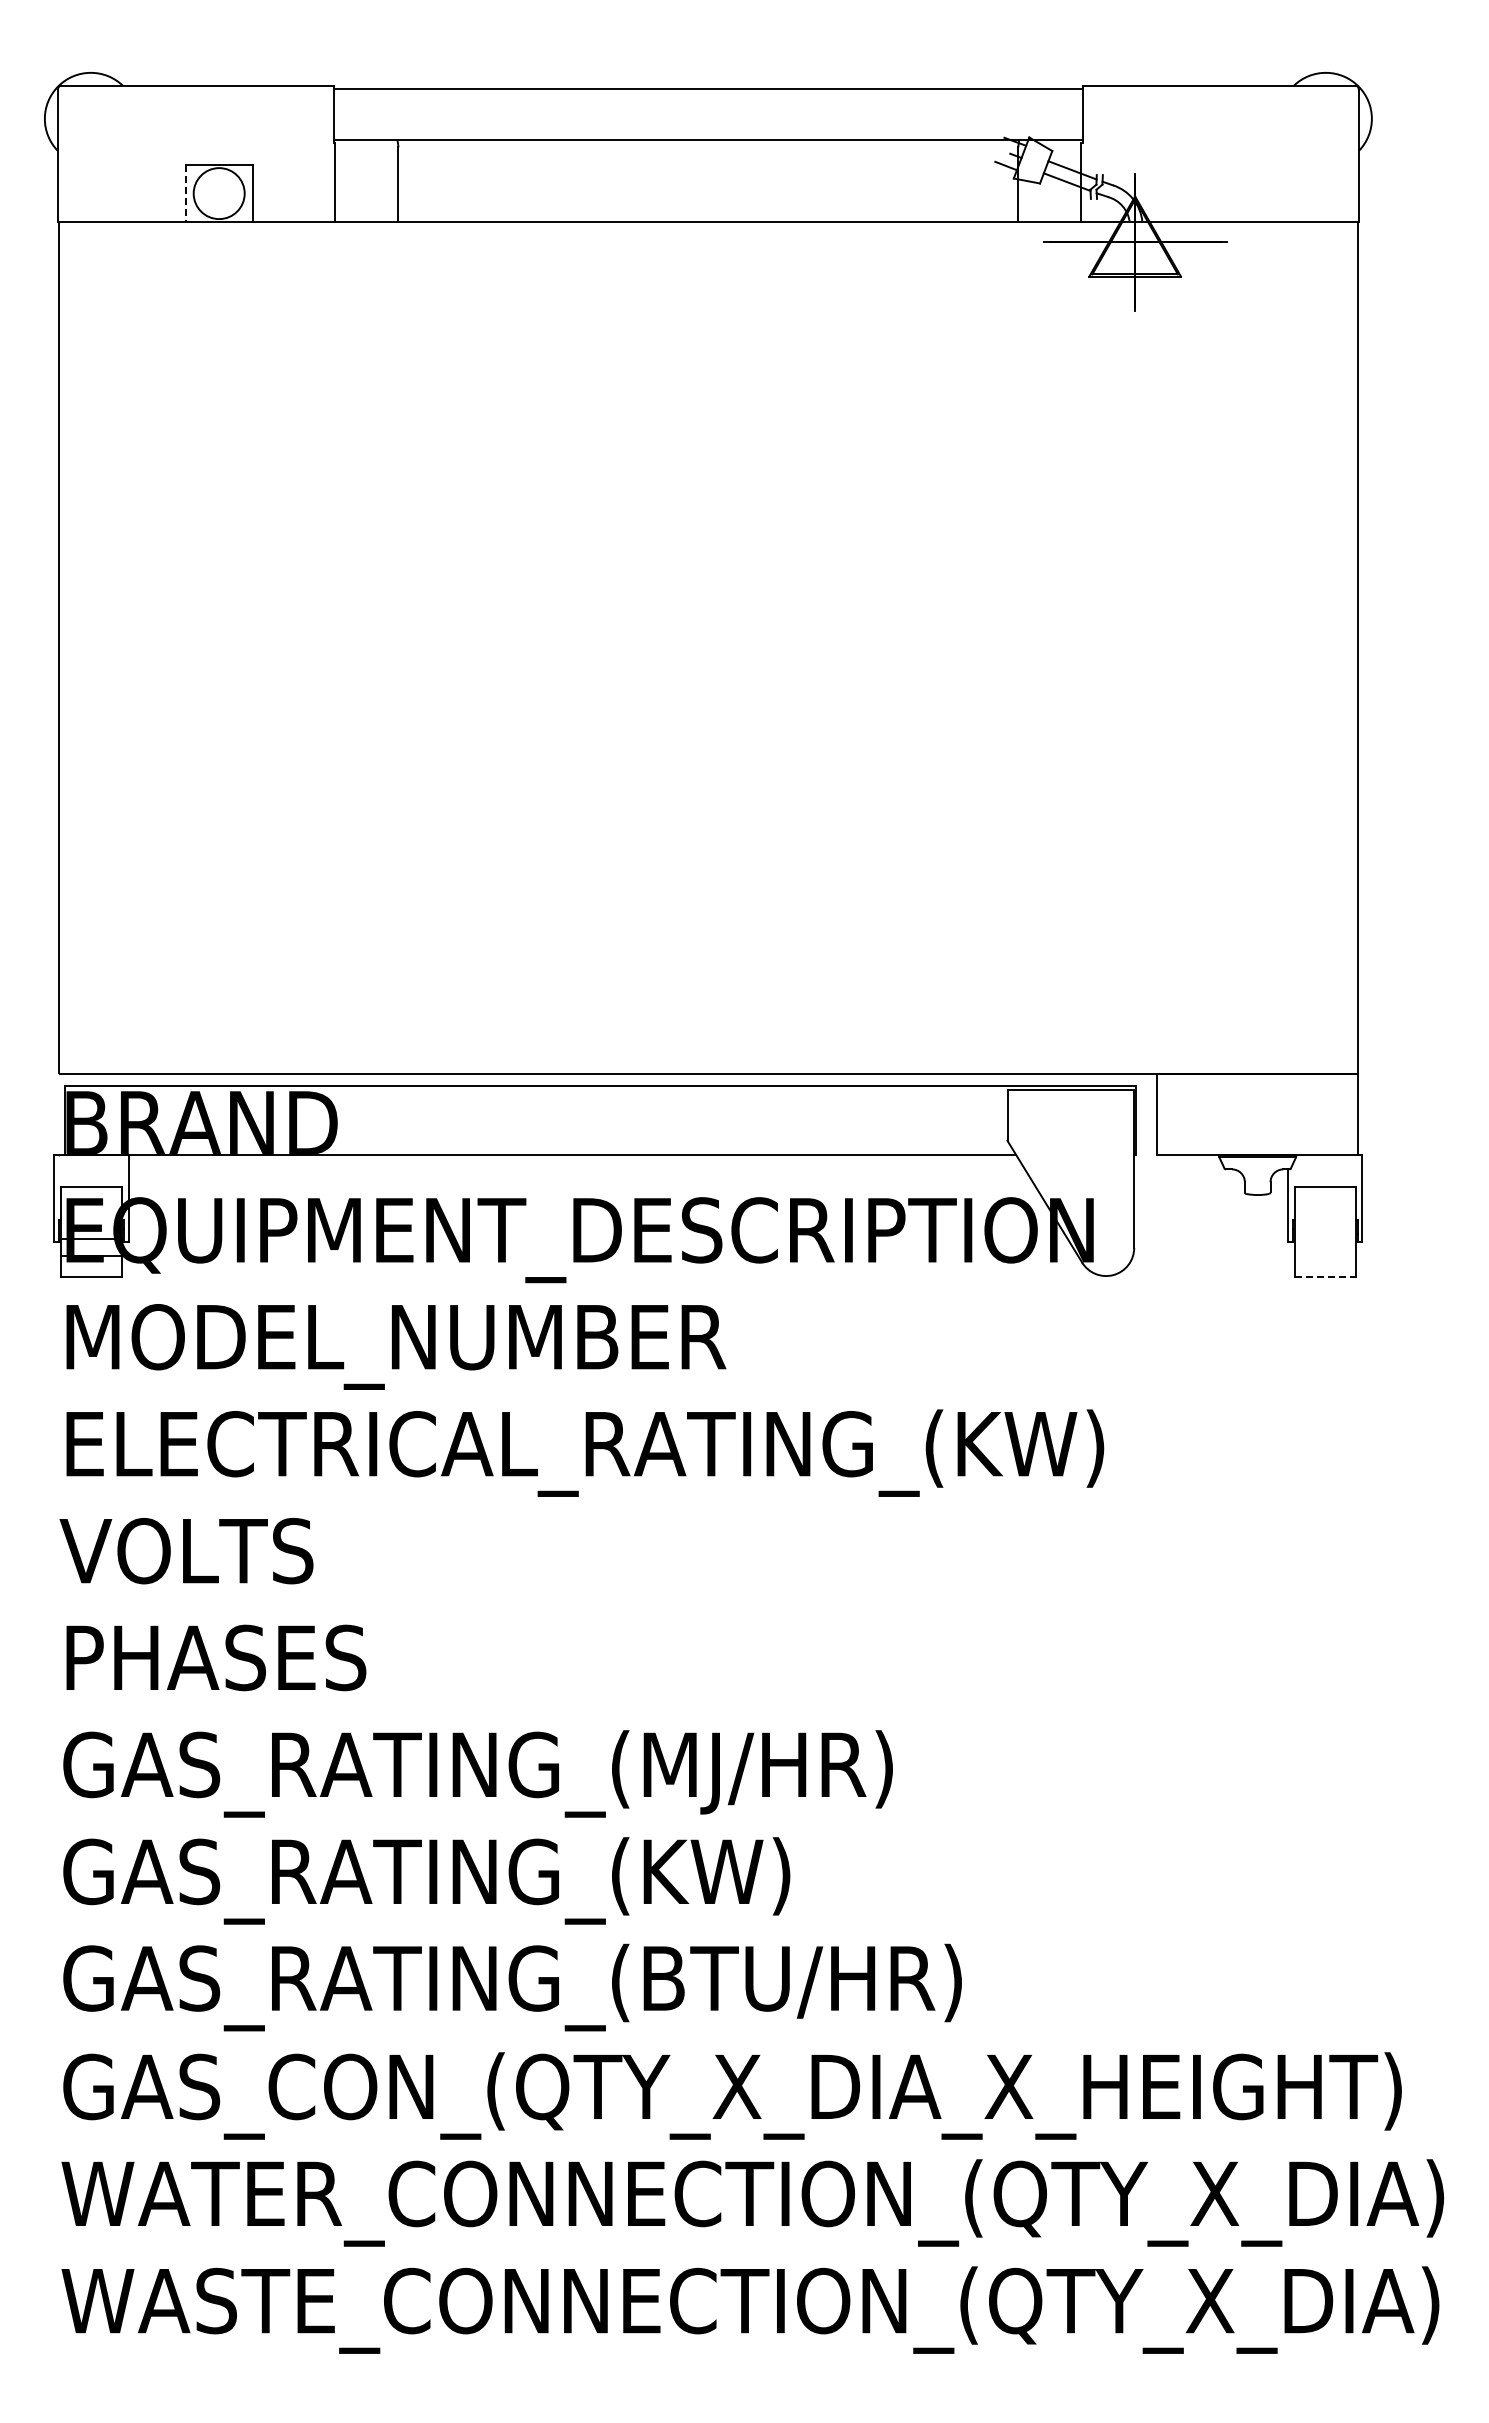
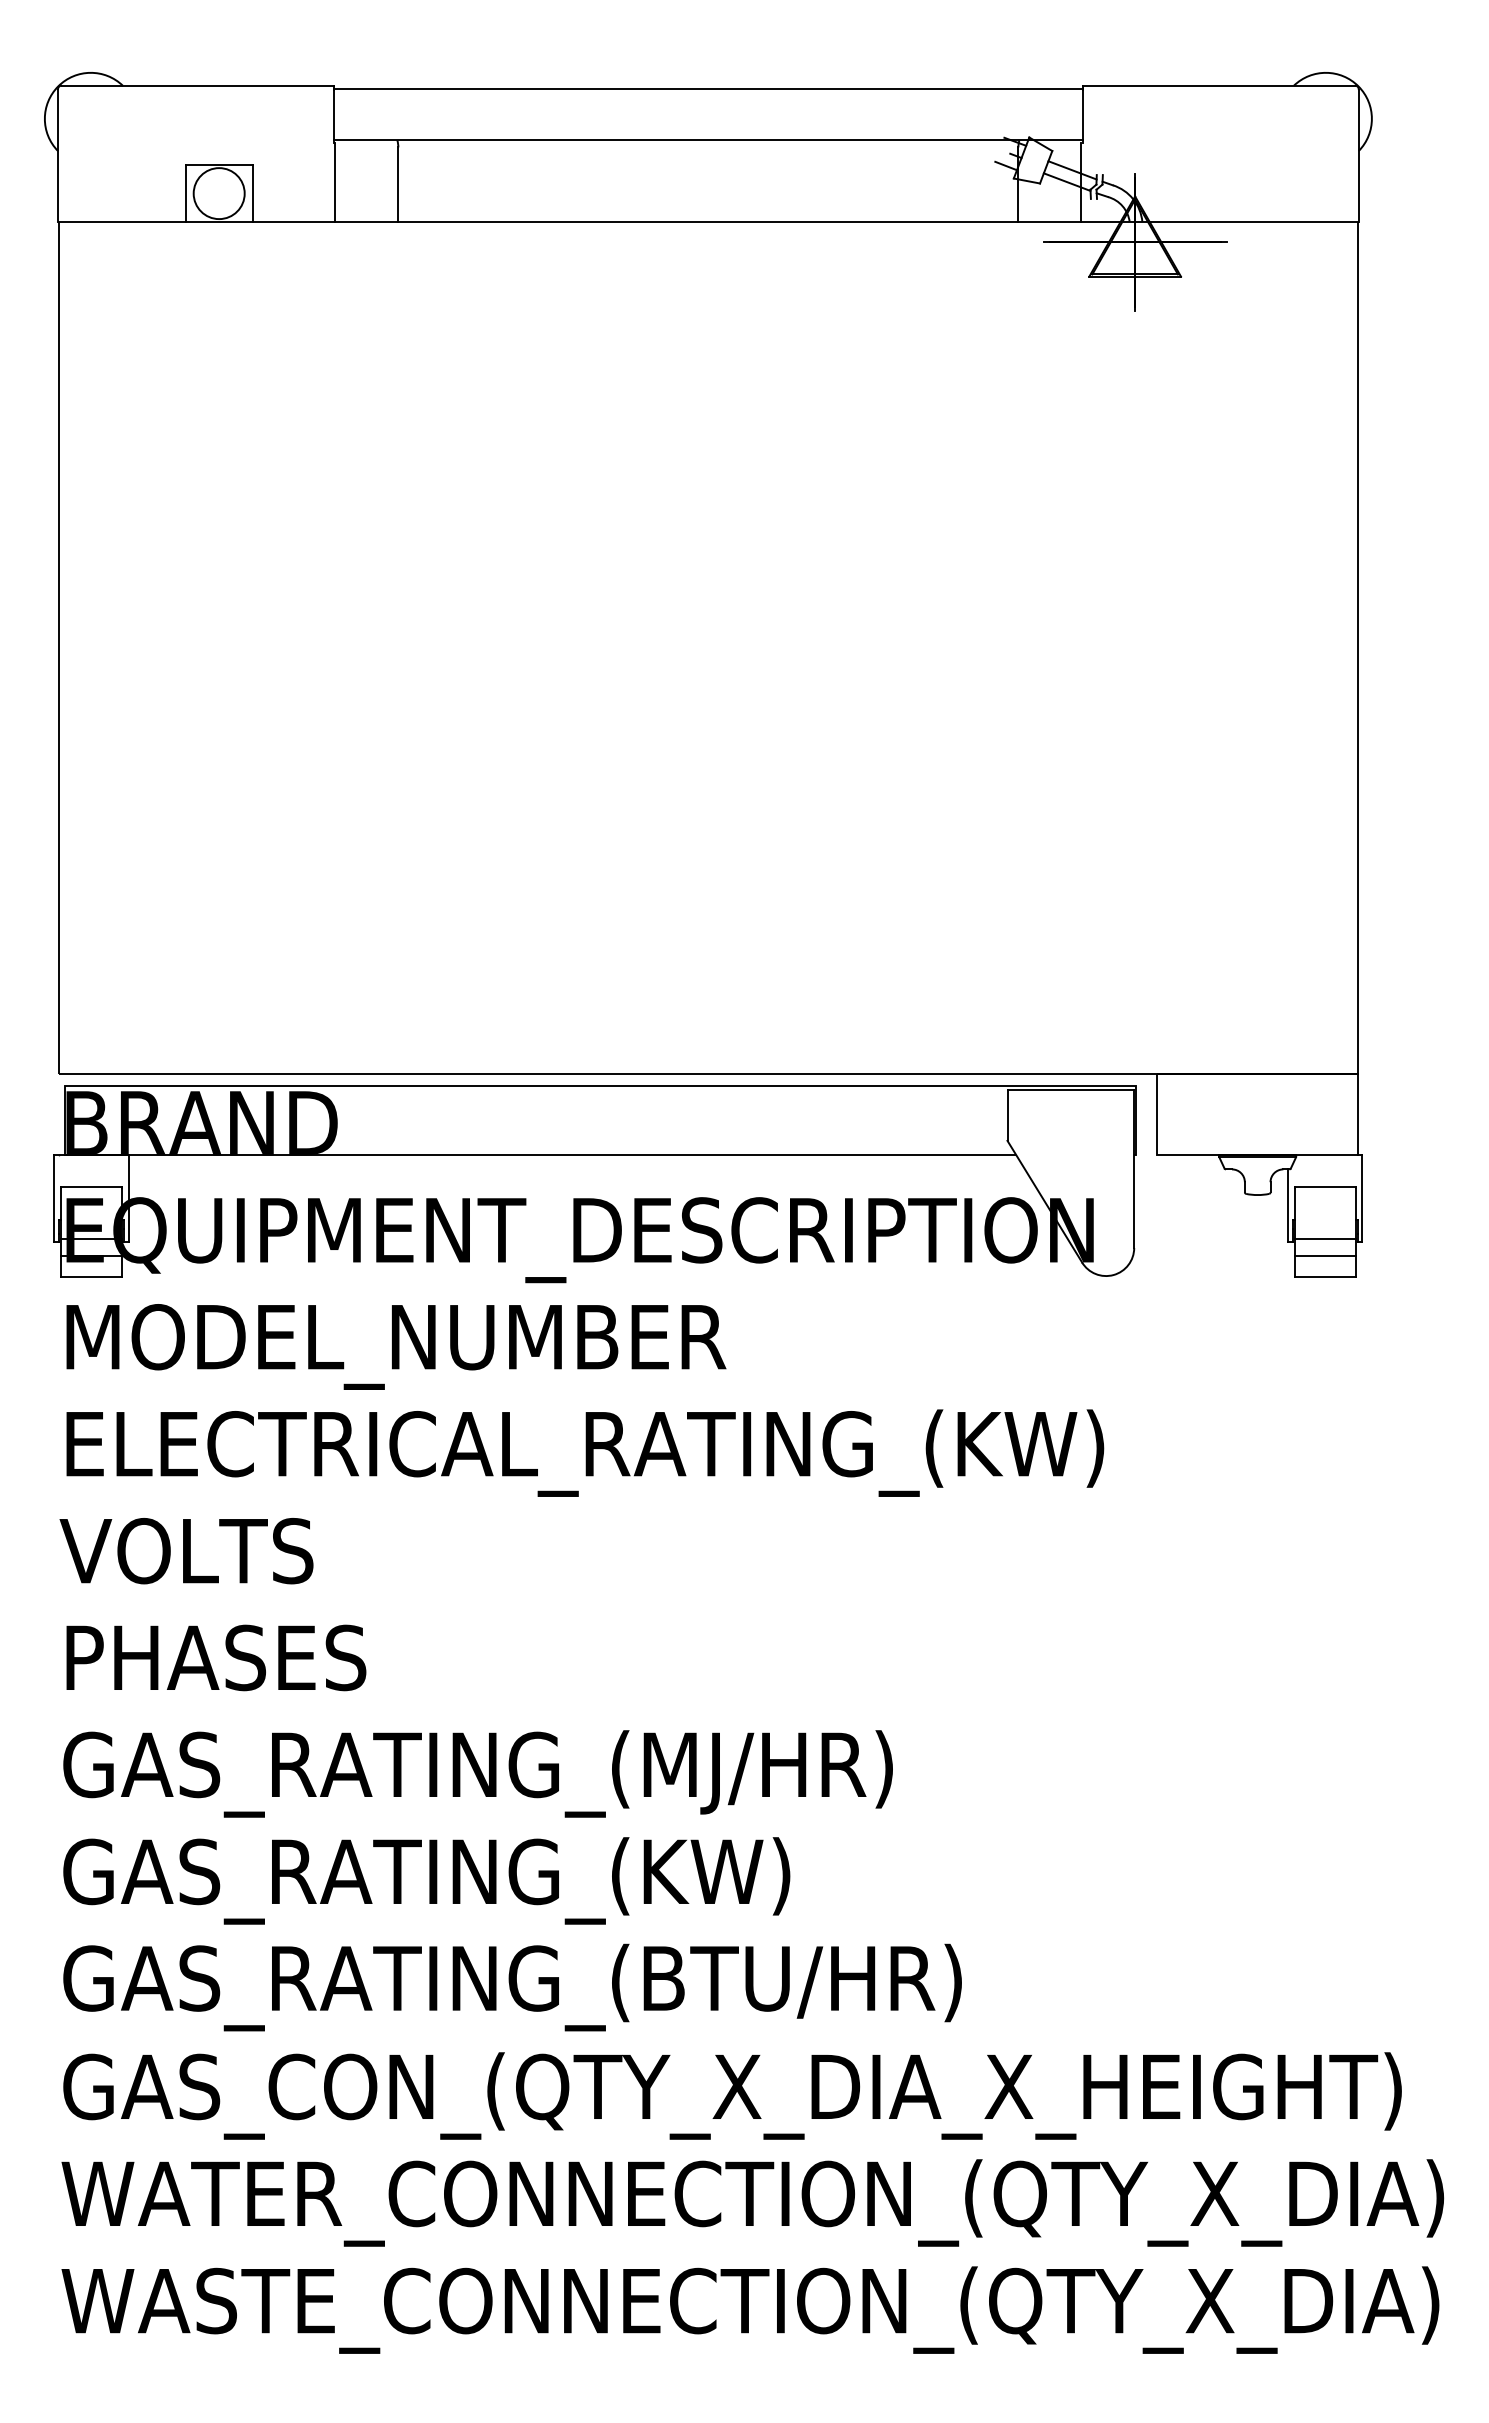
line at (185, 194): dashed -> solid
line at (1324, 1239): none -> present
line at (1324, 1255): none -> present
line at (1325, 1276): dashed -> solid
